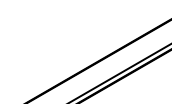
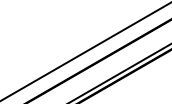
line at (85, 52): none -> present
